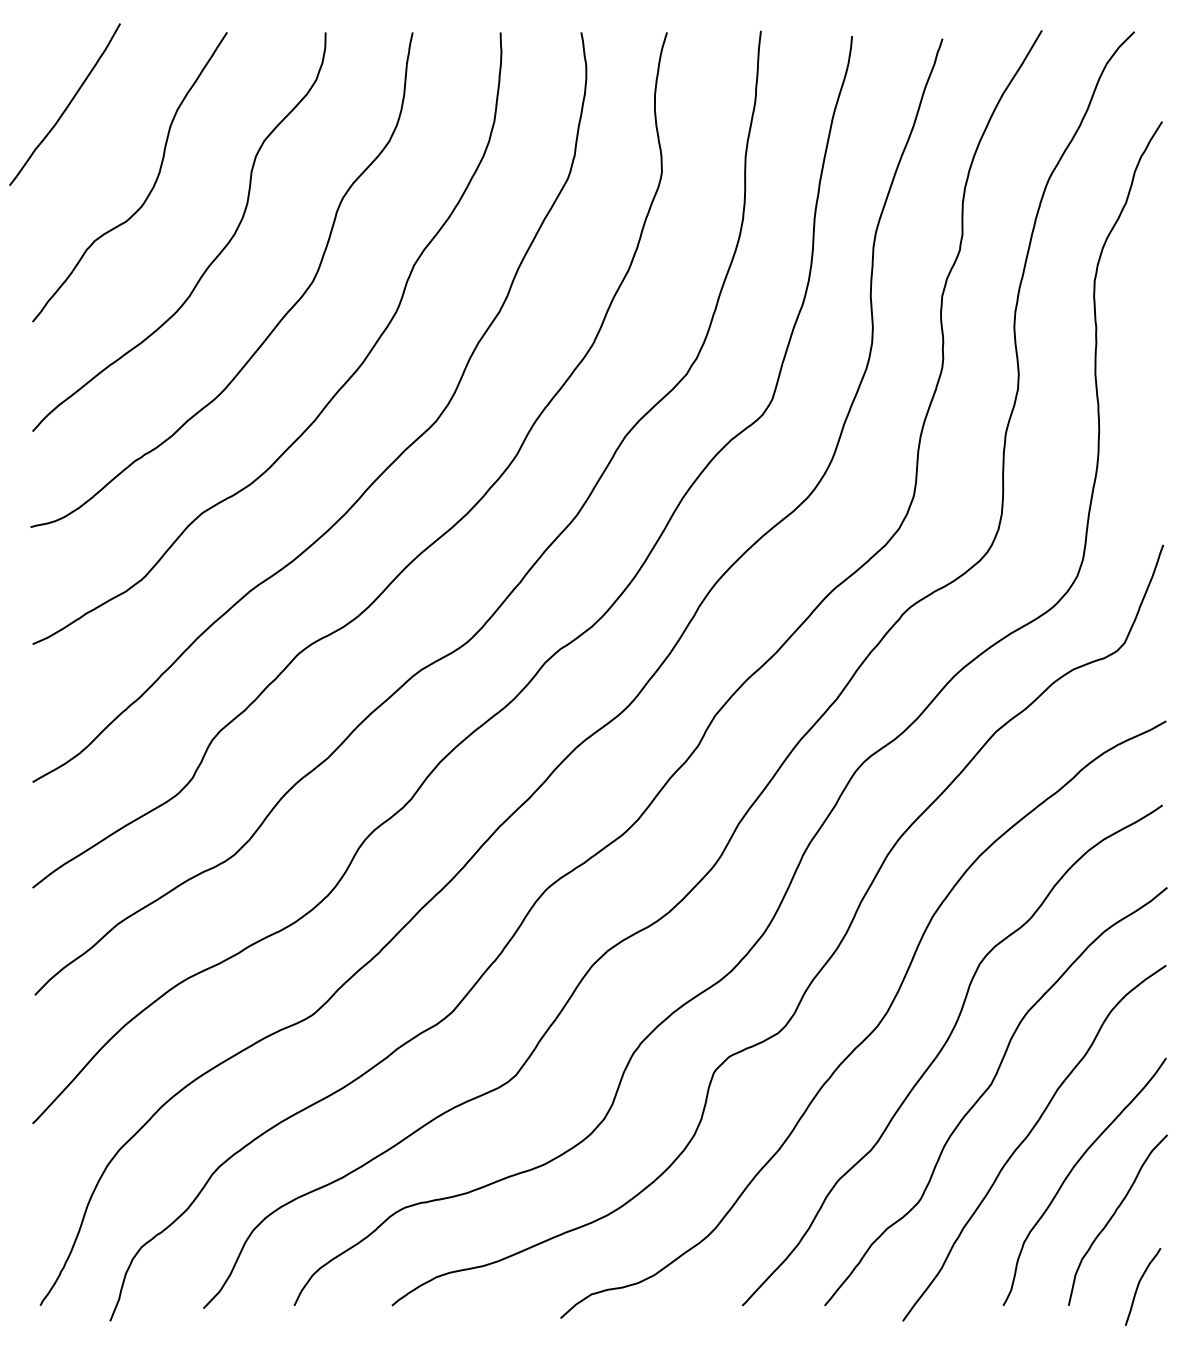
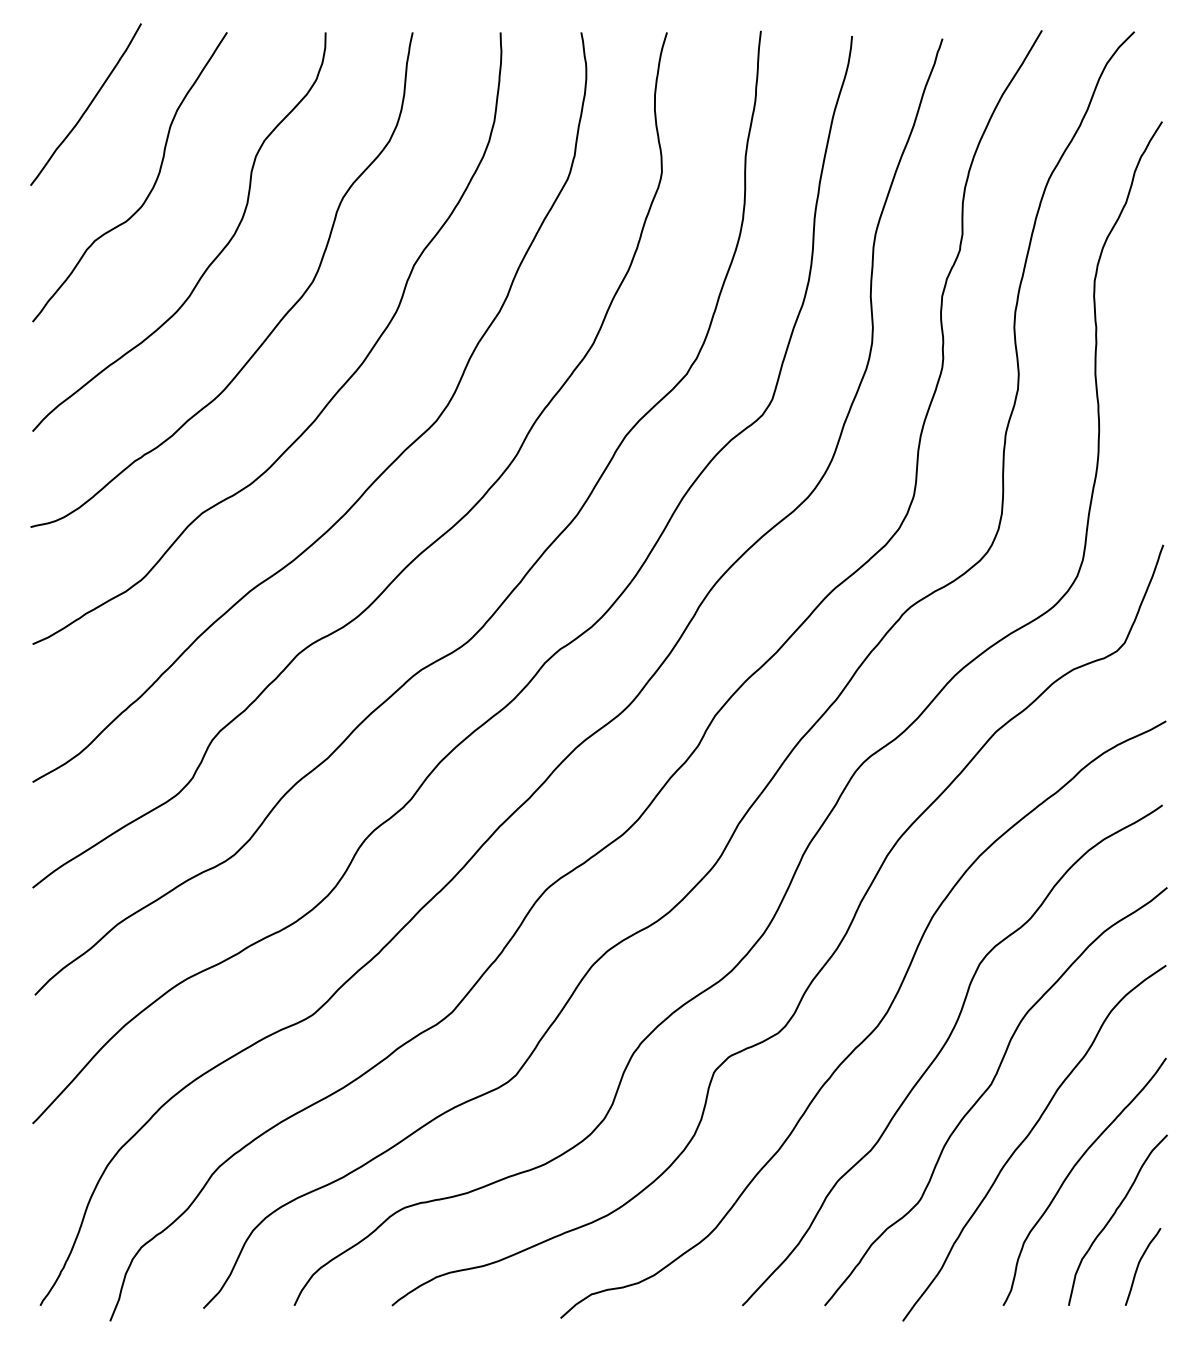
curve at (66, 106) position: (66, 106) -> (87, 106)
curve at (1139, 1285) position: (1139, 1285) -> (1139, 1265)
